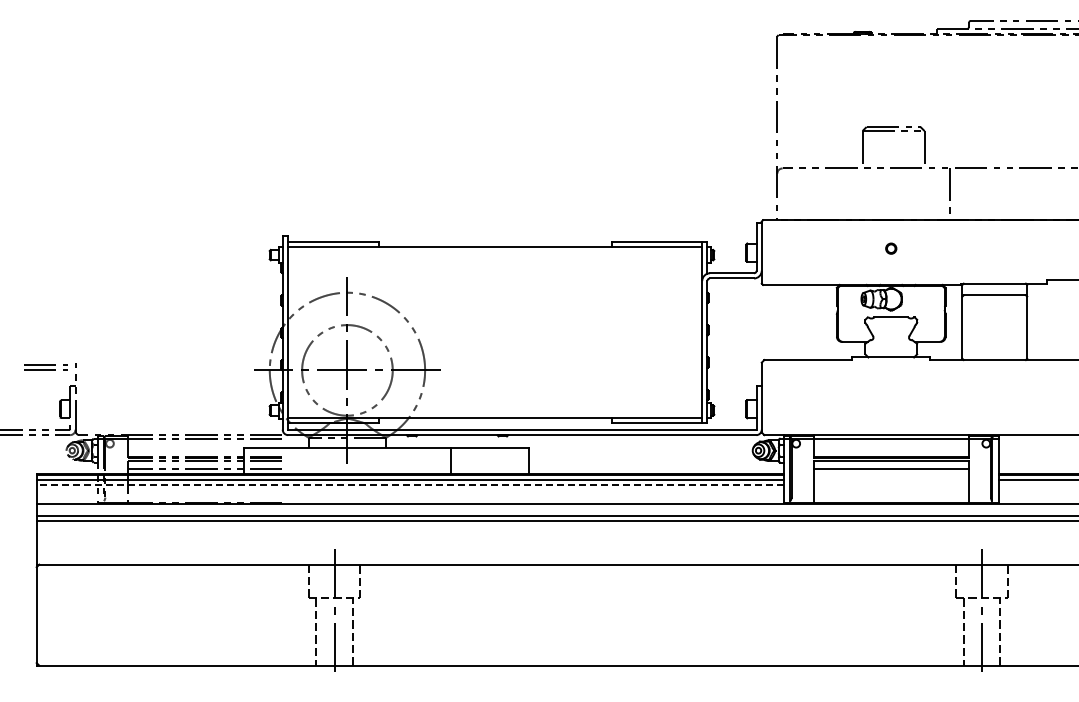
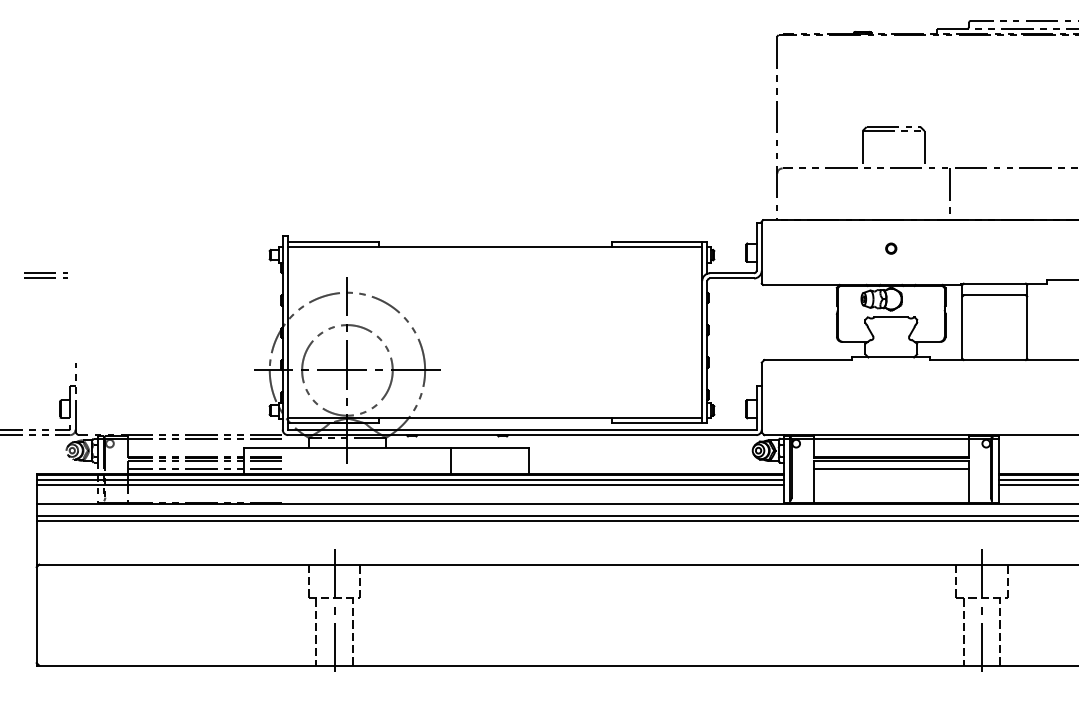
part at (45, 367) position: (45, 367) -> (45, 275)
line at (410, 485): dashed -> solid
line at (1036, 485): none -> present
